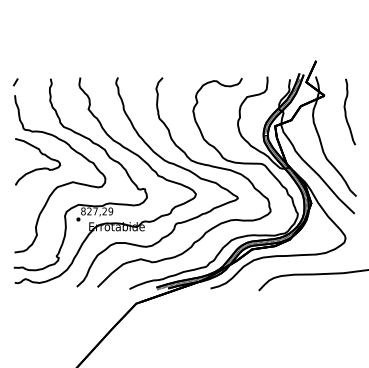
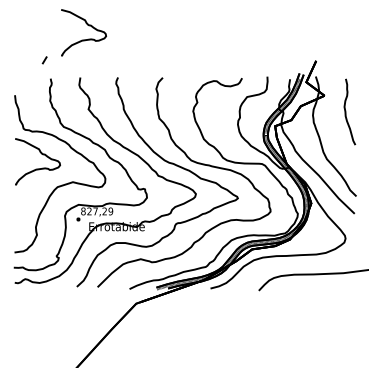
curve at (83, 39): none -> present
line at (15, 82) position: (15, 82) -> (44, 60)
